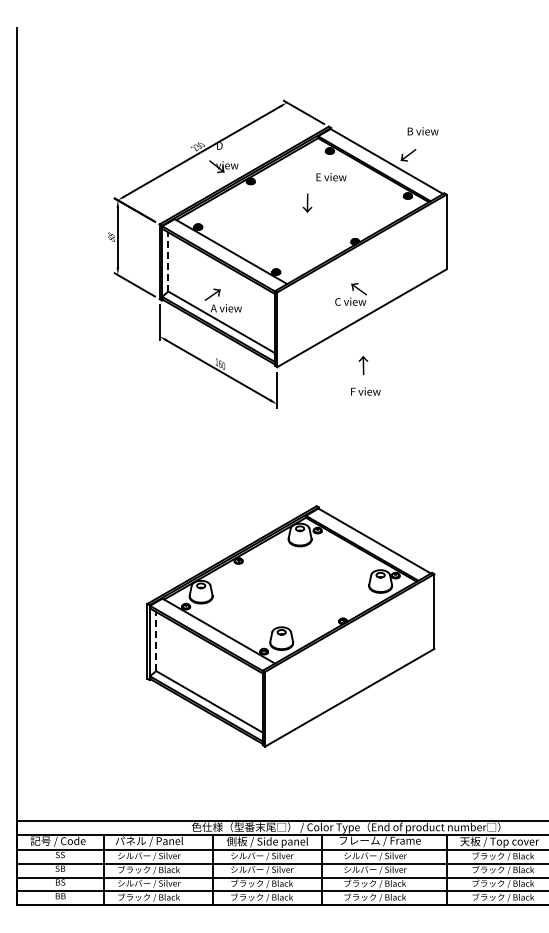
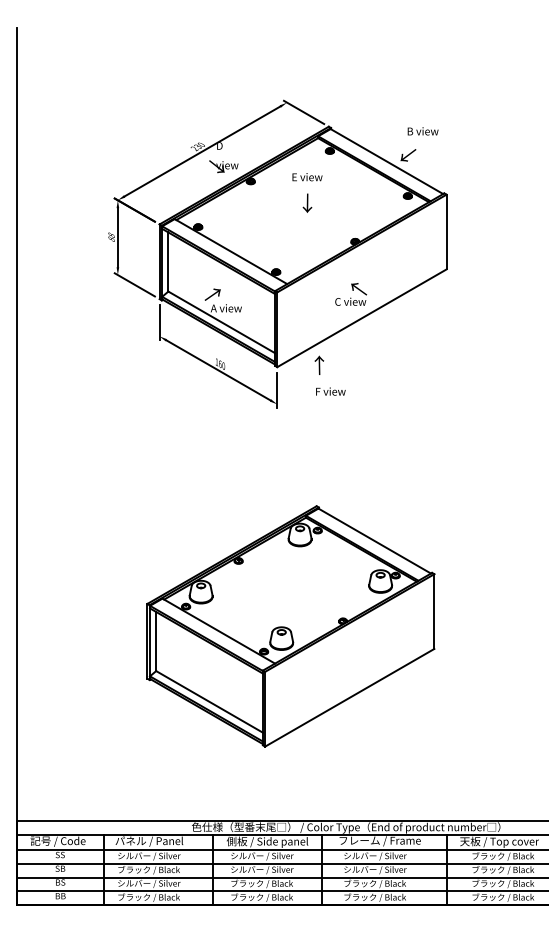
text at (331, 177) position: (331, 177) -> (307, 177)
line at (168, 262): dashed -> solid
text at (363, 364) position: (363, 364) -> (319, 364)
text at (365, 391) position: (365, 391) -> (330, 391)
line at (156, 641): dashed -> solid
